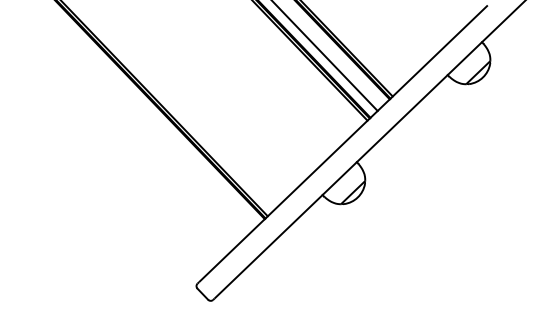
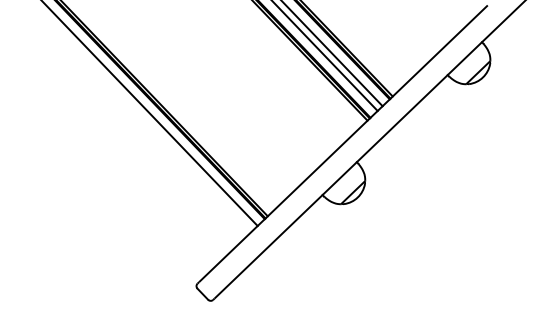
line at (332, 54): none -> present
line at (150, 114): none -> present
